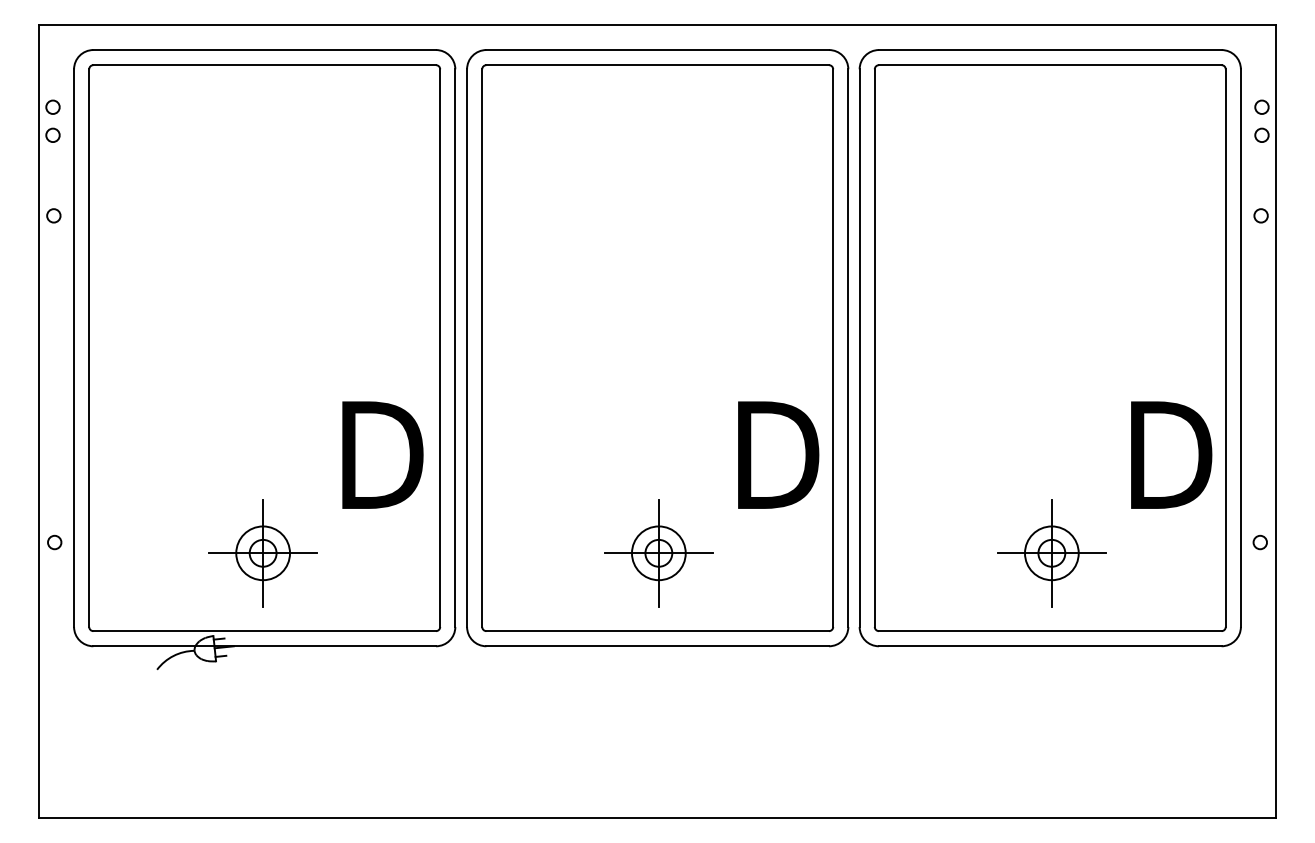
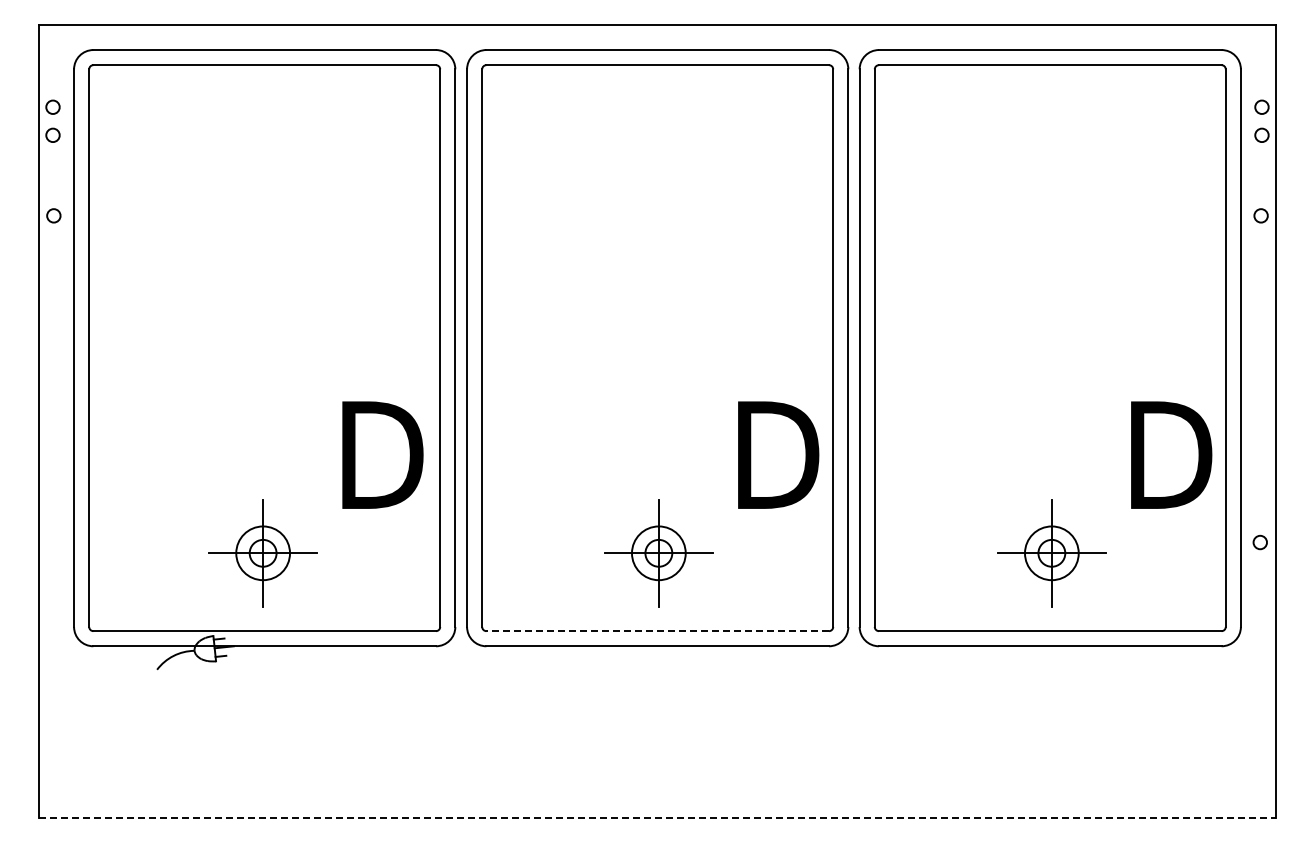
circle at (54, 542): present -> none
line at (657, 631): solid -> dashed
line at (657, 817): solid -> dashed
